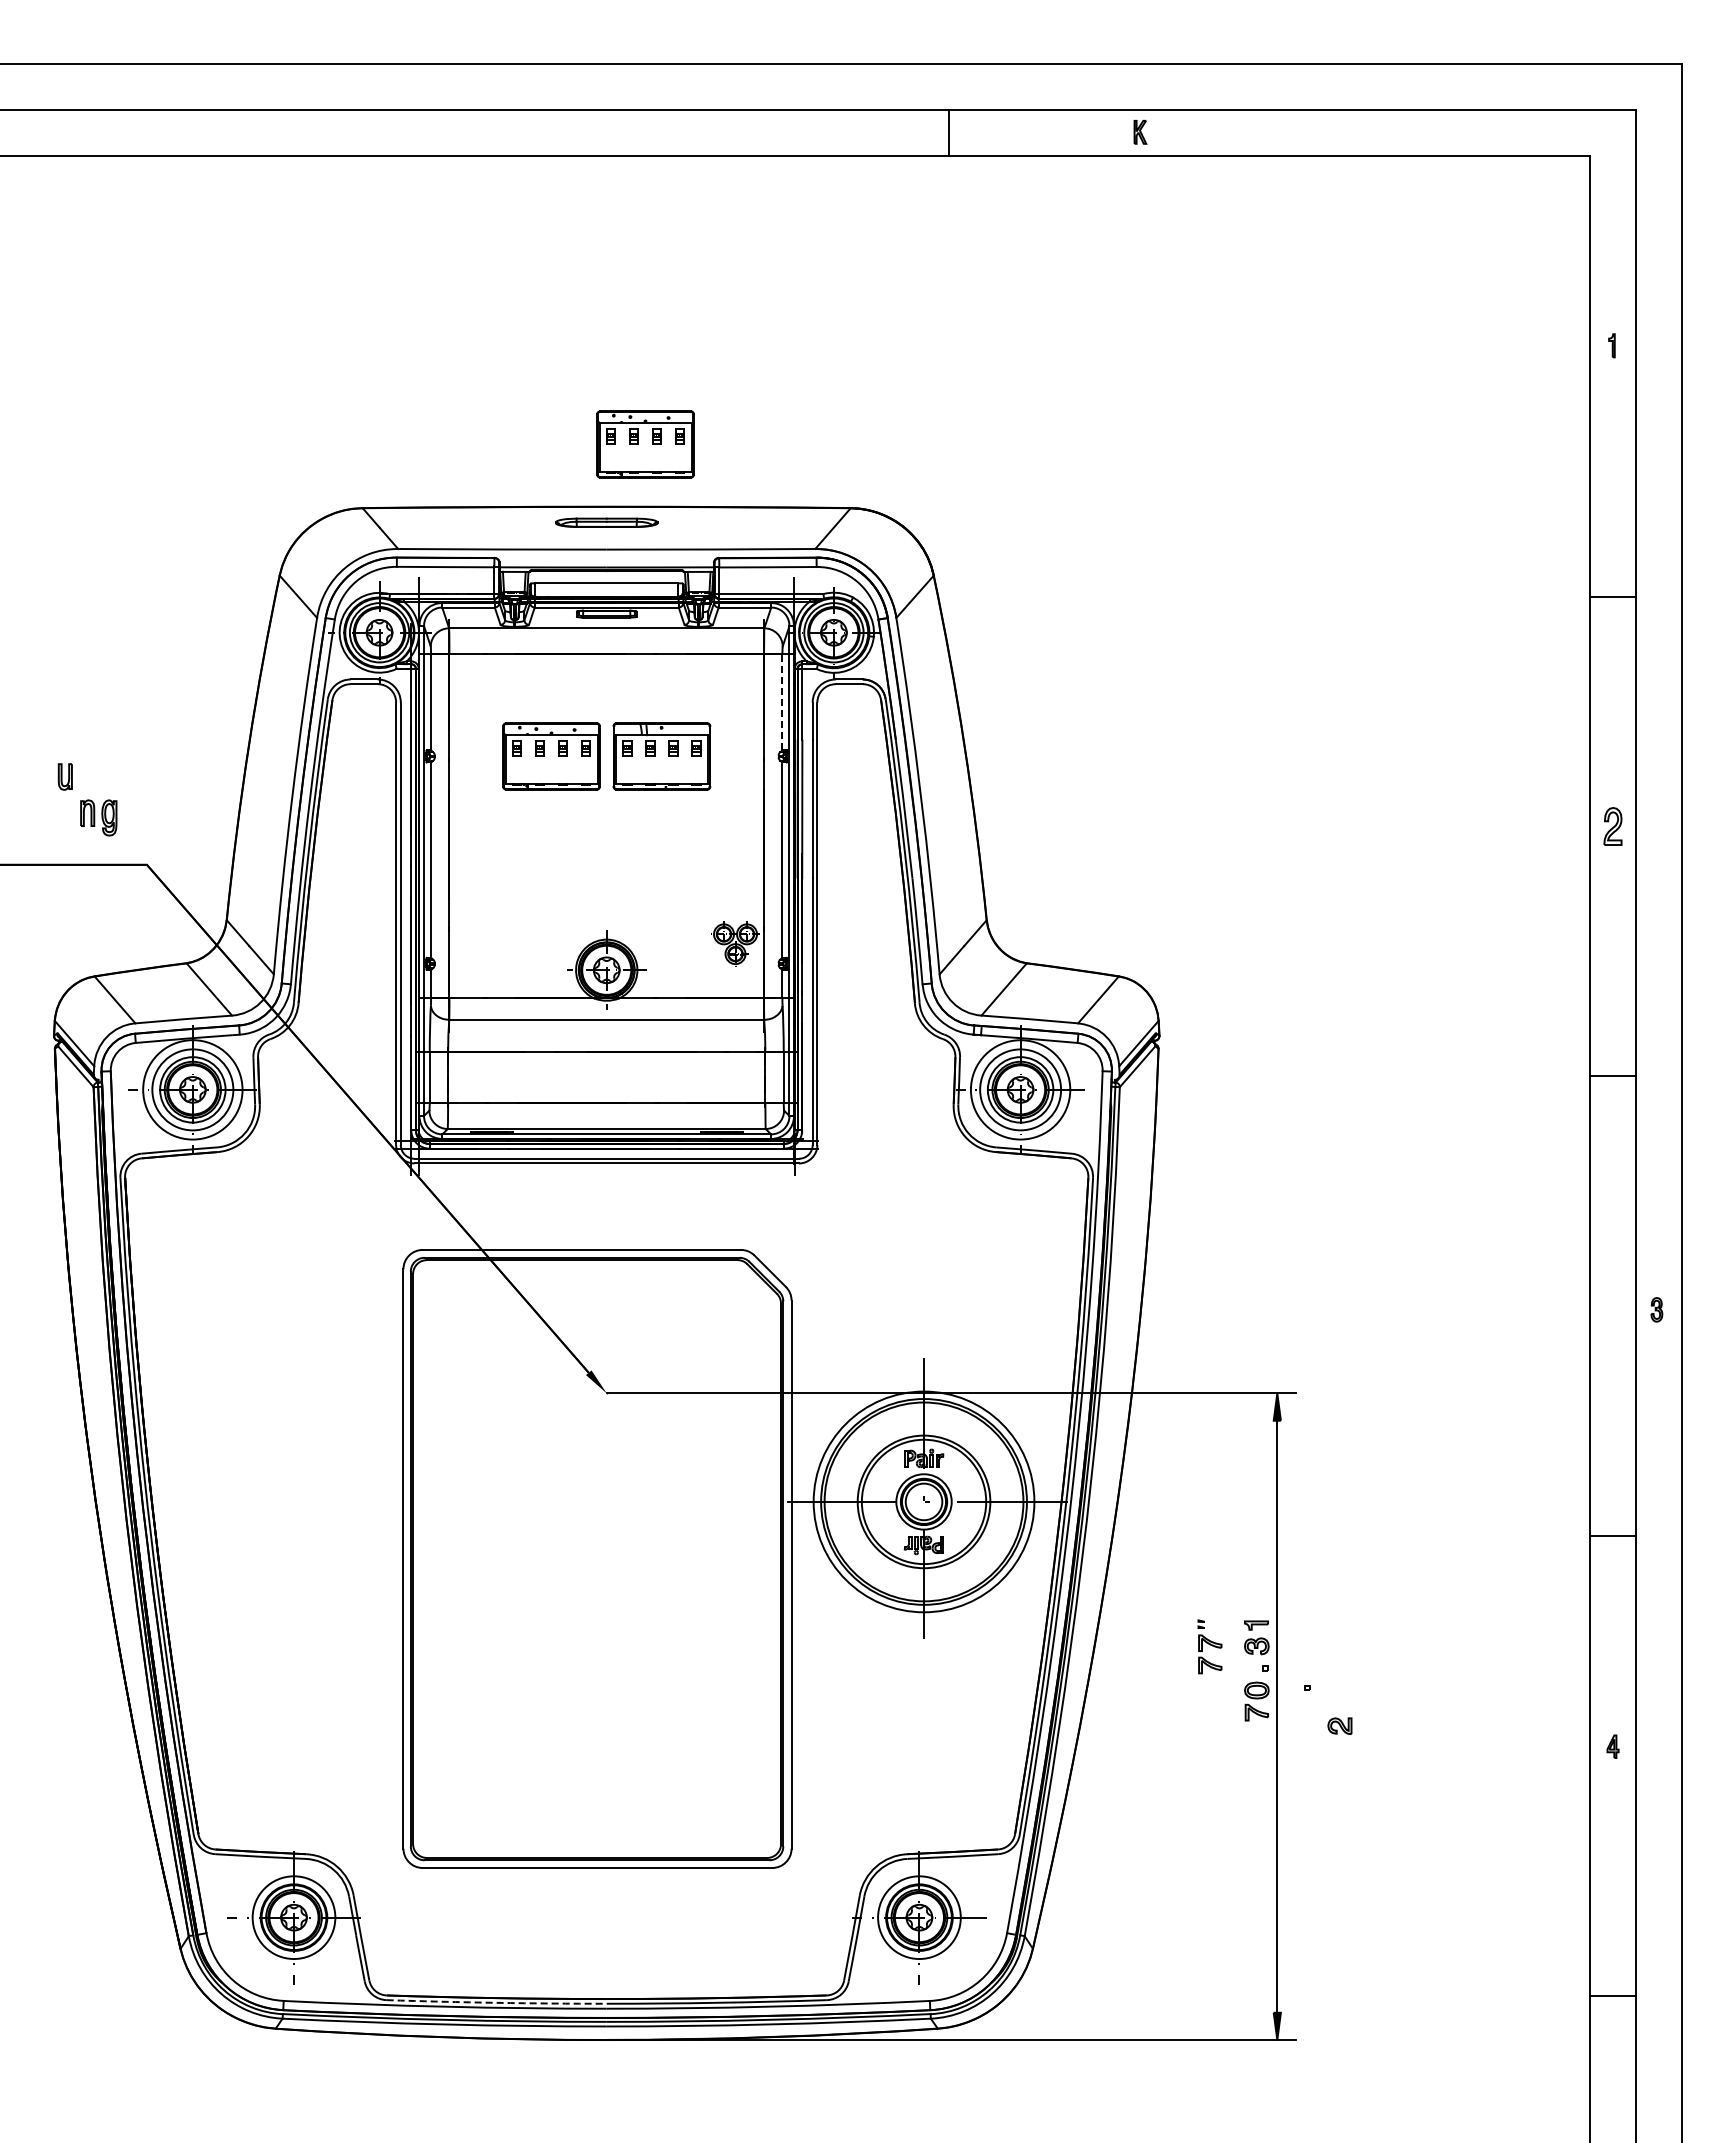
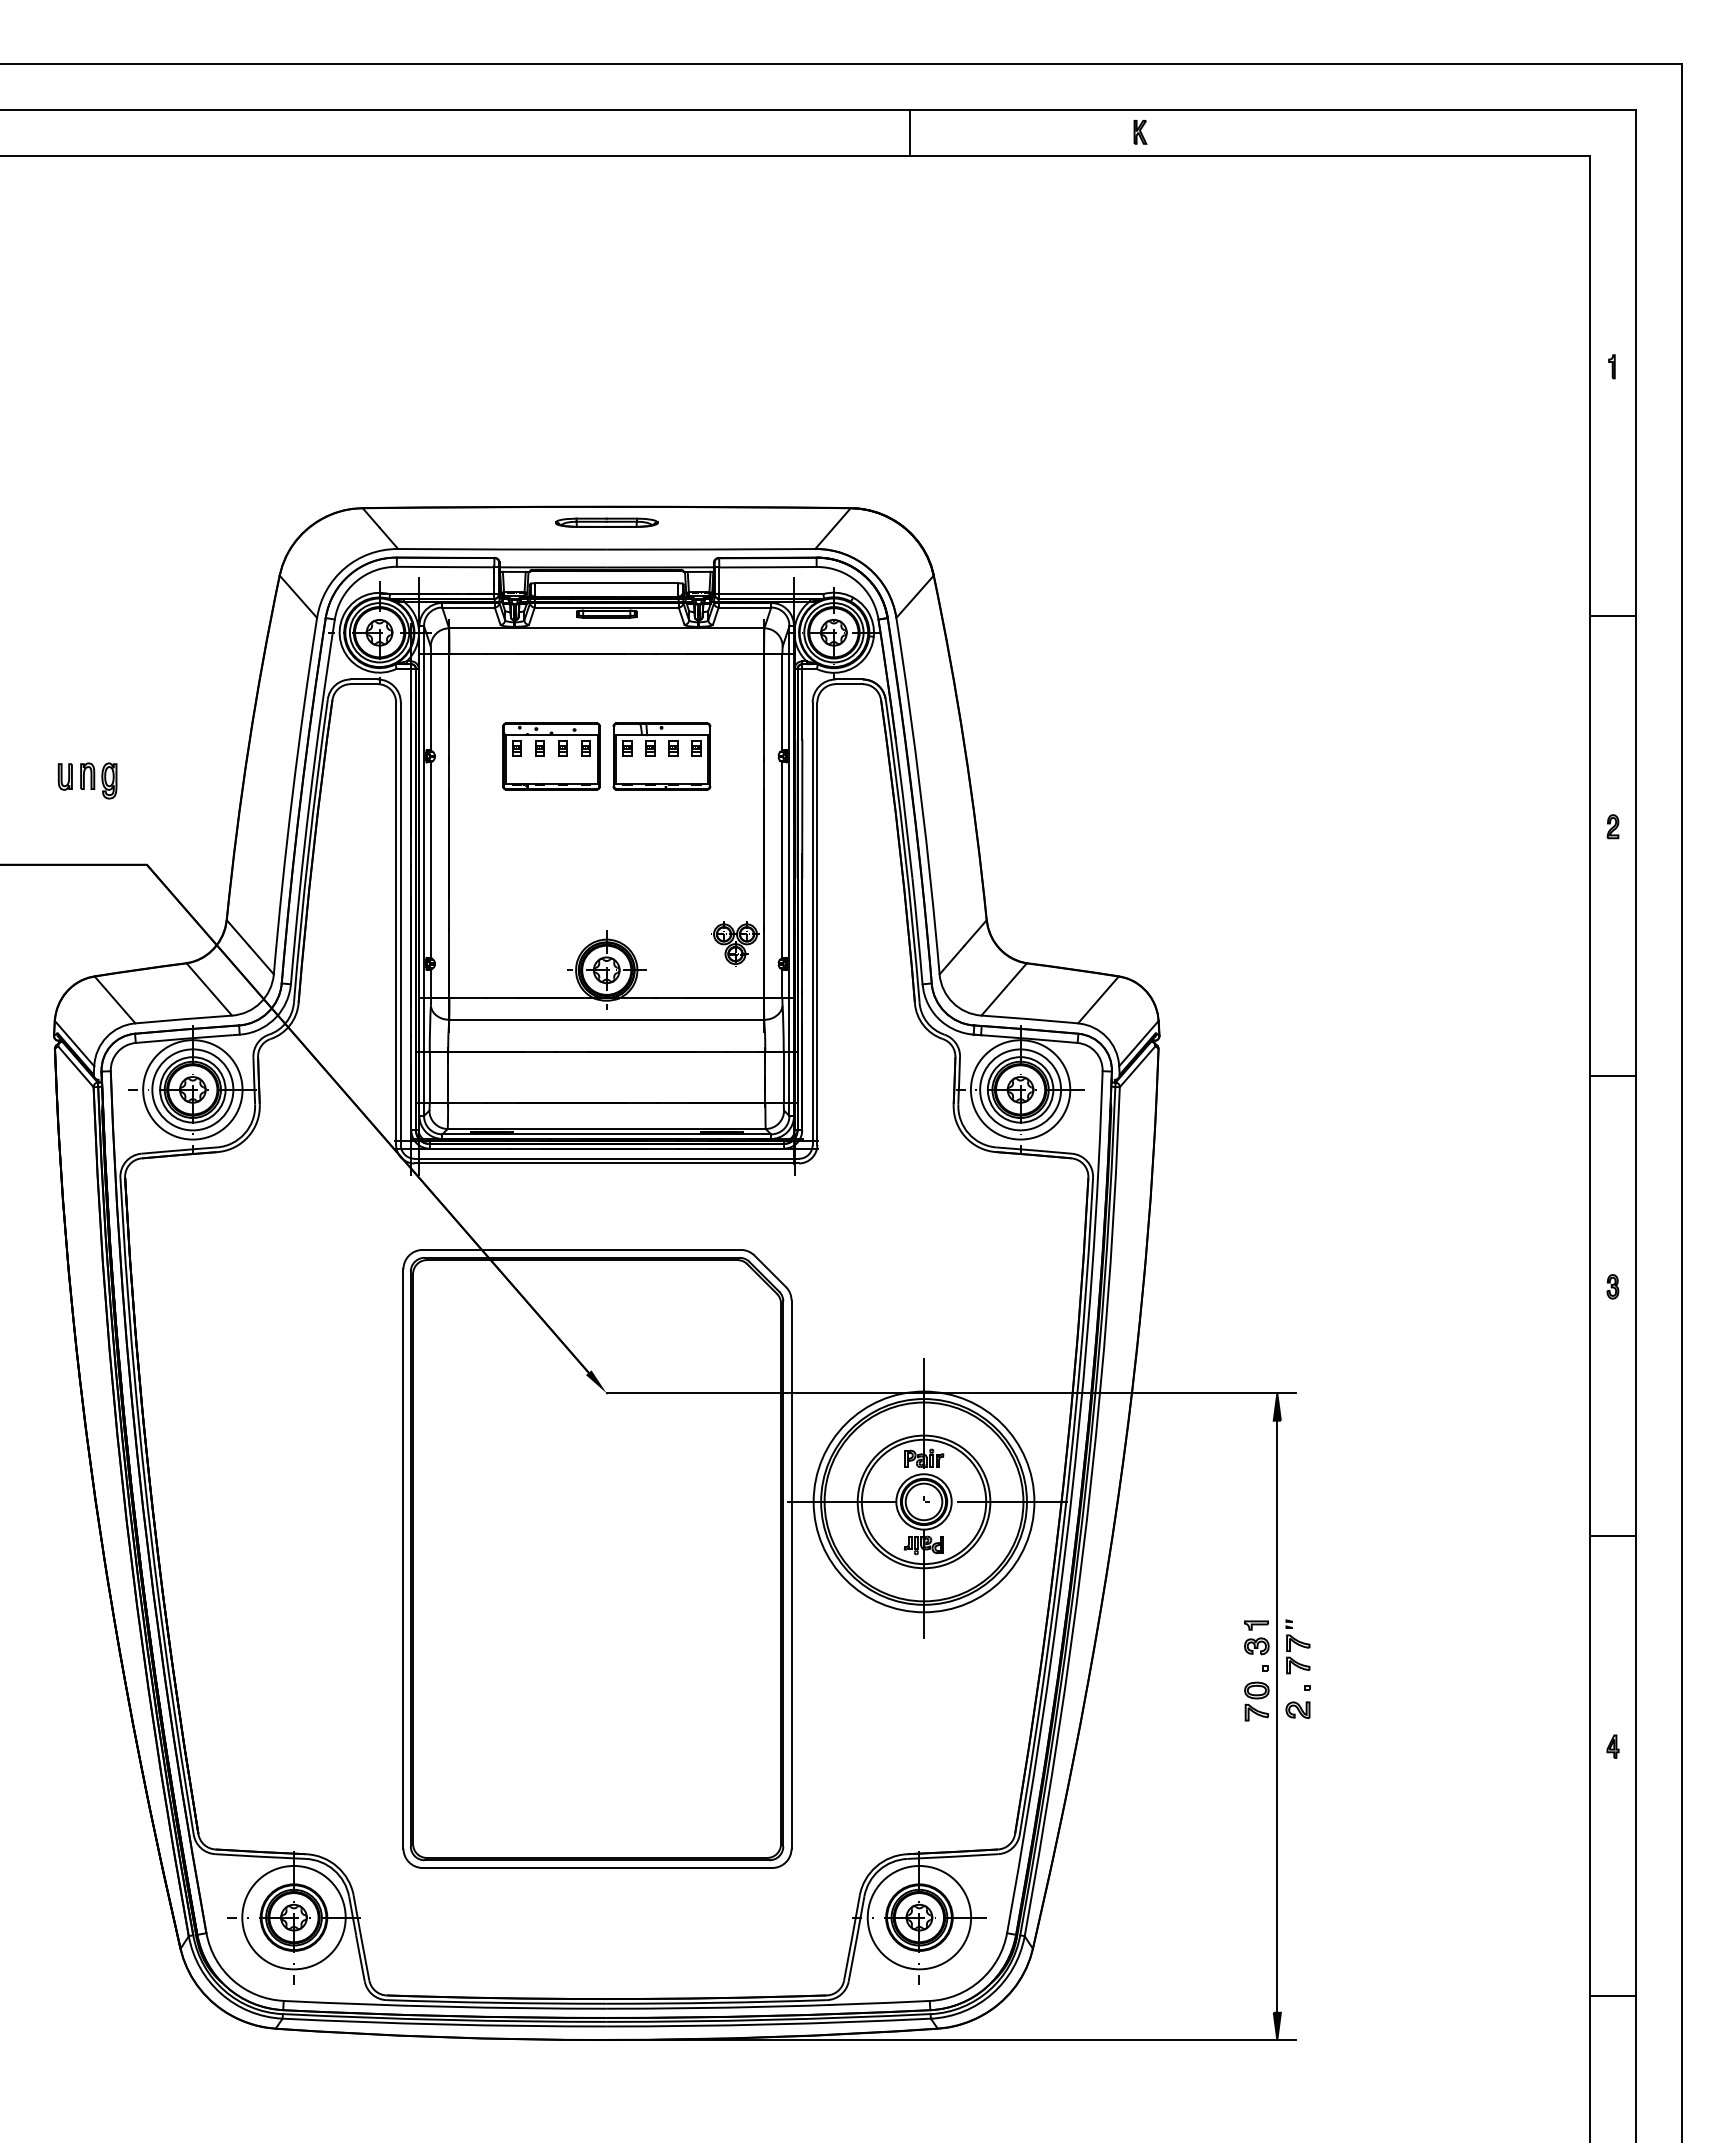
line at (948, 133) position: (948, 133) -> (909, 133)
part at (1611, 345) position: (1611, 345) -> (1611, 366)
part at (645, 444): present -> none
line at (1613, 597) position: (1613, 597) -> (1613, 616)
line at (782, 701): dashed -> solid
part at (98, 817) position: (98, 817) -> (98, 780)
part at (1612, 826) size: 20x39 px -> 14x26 px
part at (1656, 1309) position: (1656, 1309) -> (1612, 1286)
part at (1209, 1646) position: (1209, 1646) -> (1297, 1646)
part at (1339, 1725) position: (1339, 1725) -> (1297, 1709)
circle at (293, 1917) diameter: 83 px -> 103 px
circle at (919, 1917) diameter: 83 px -> 103 px
arc at (496, 2002): dashed -> solid
